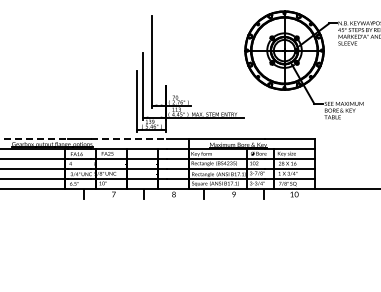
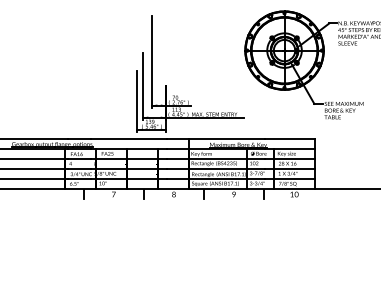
line at (34, 138): dashed -> solid
line at (128, 138): dashed -> solid
